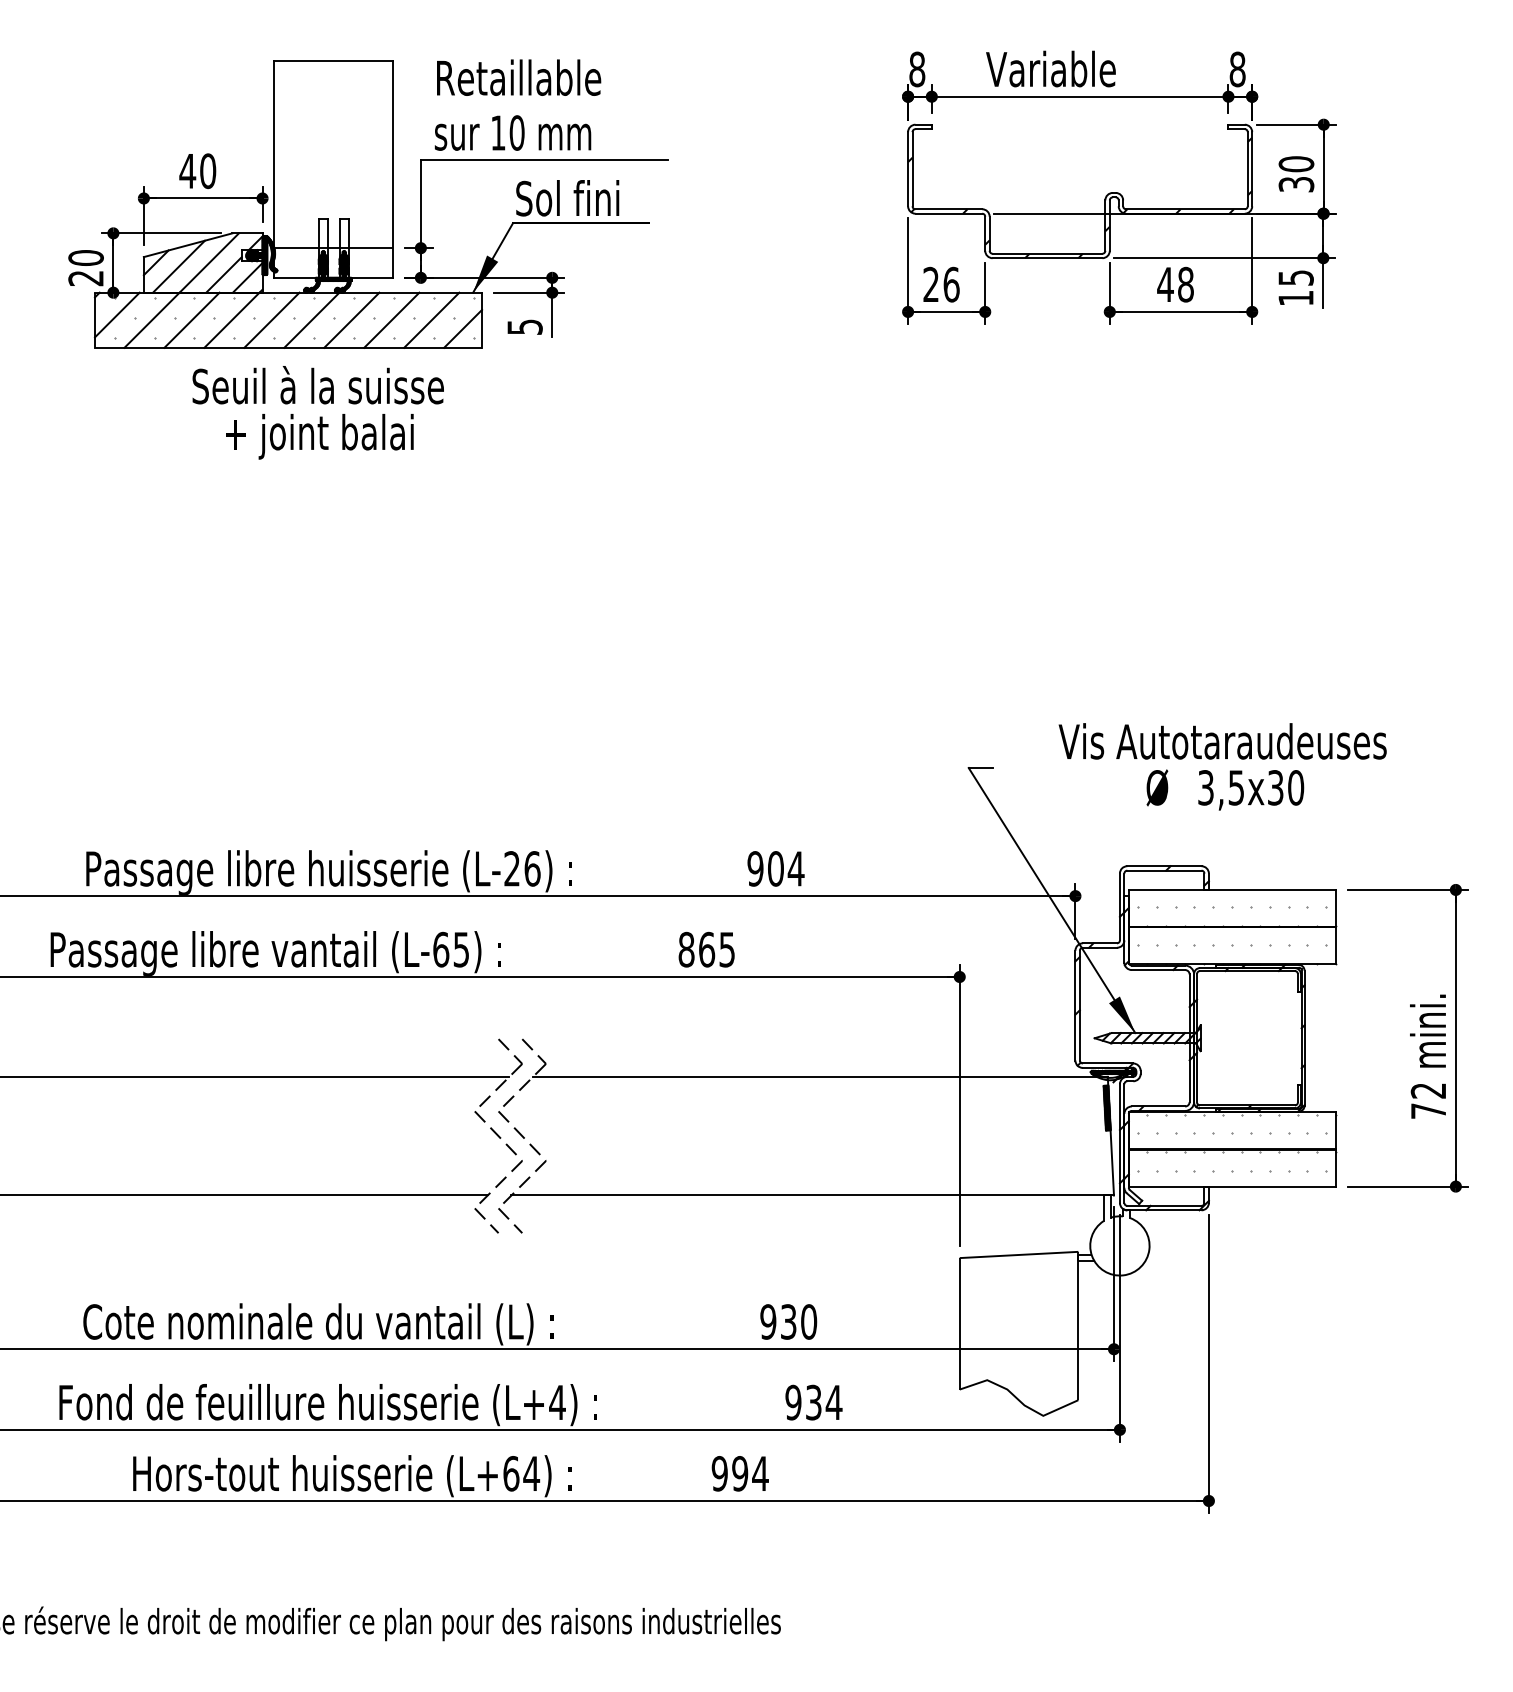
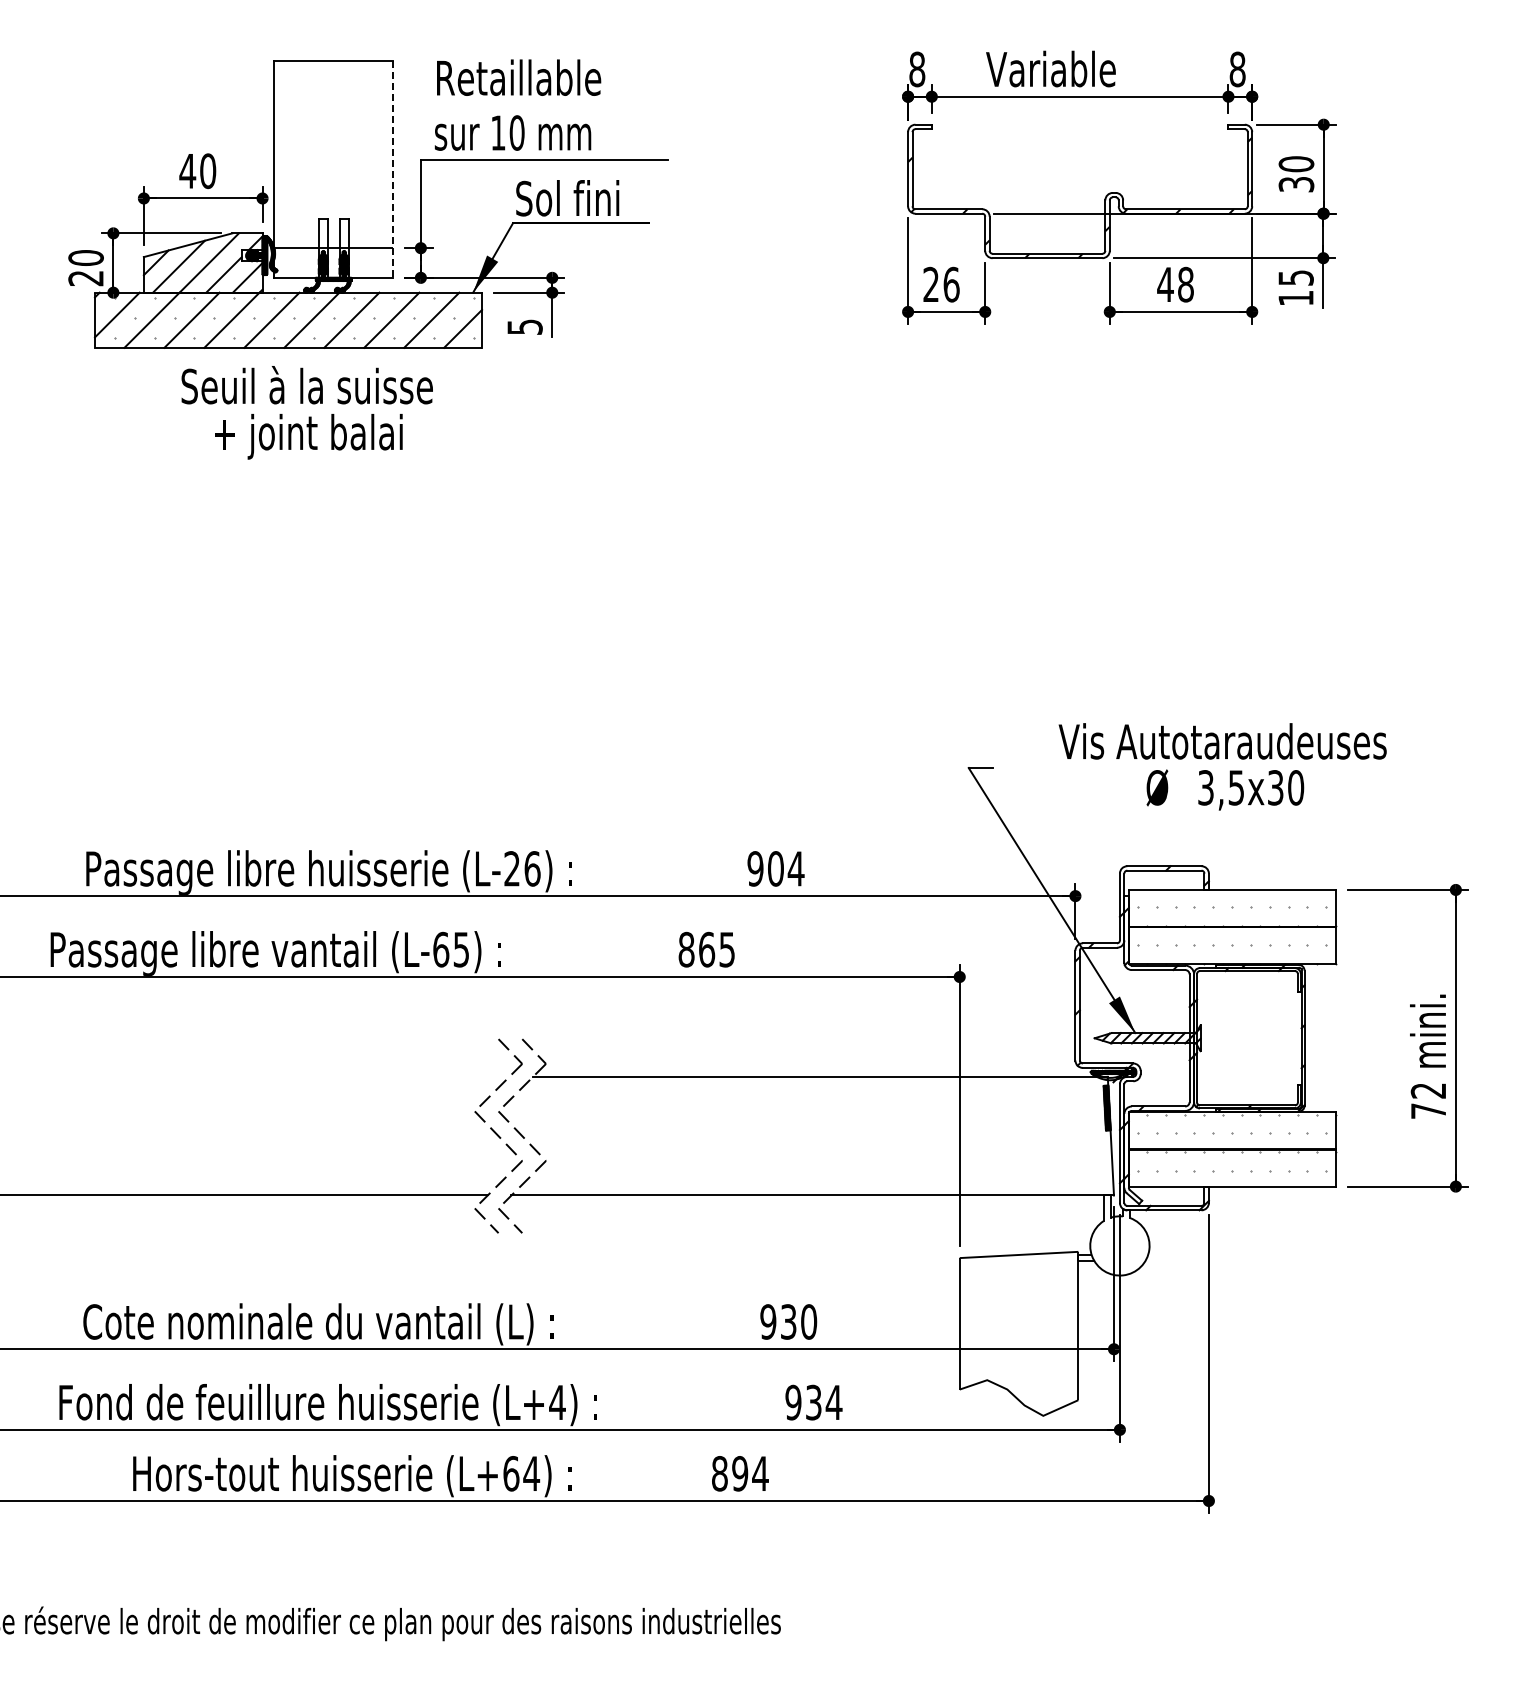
line at (393, 169): solid -> dashed
text at (317, 412) position: (317, 412) -> (306, 412)
line at (255, 1076): present -> none
text at (719, 1473): 994 -> 894
